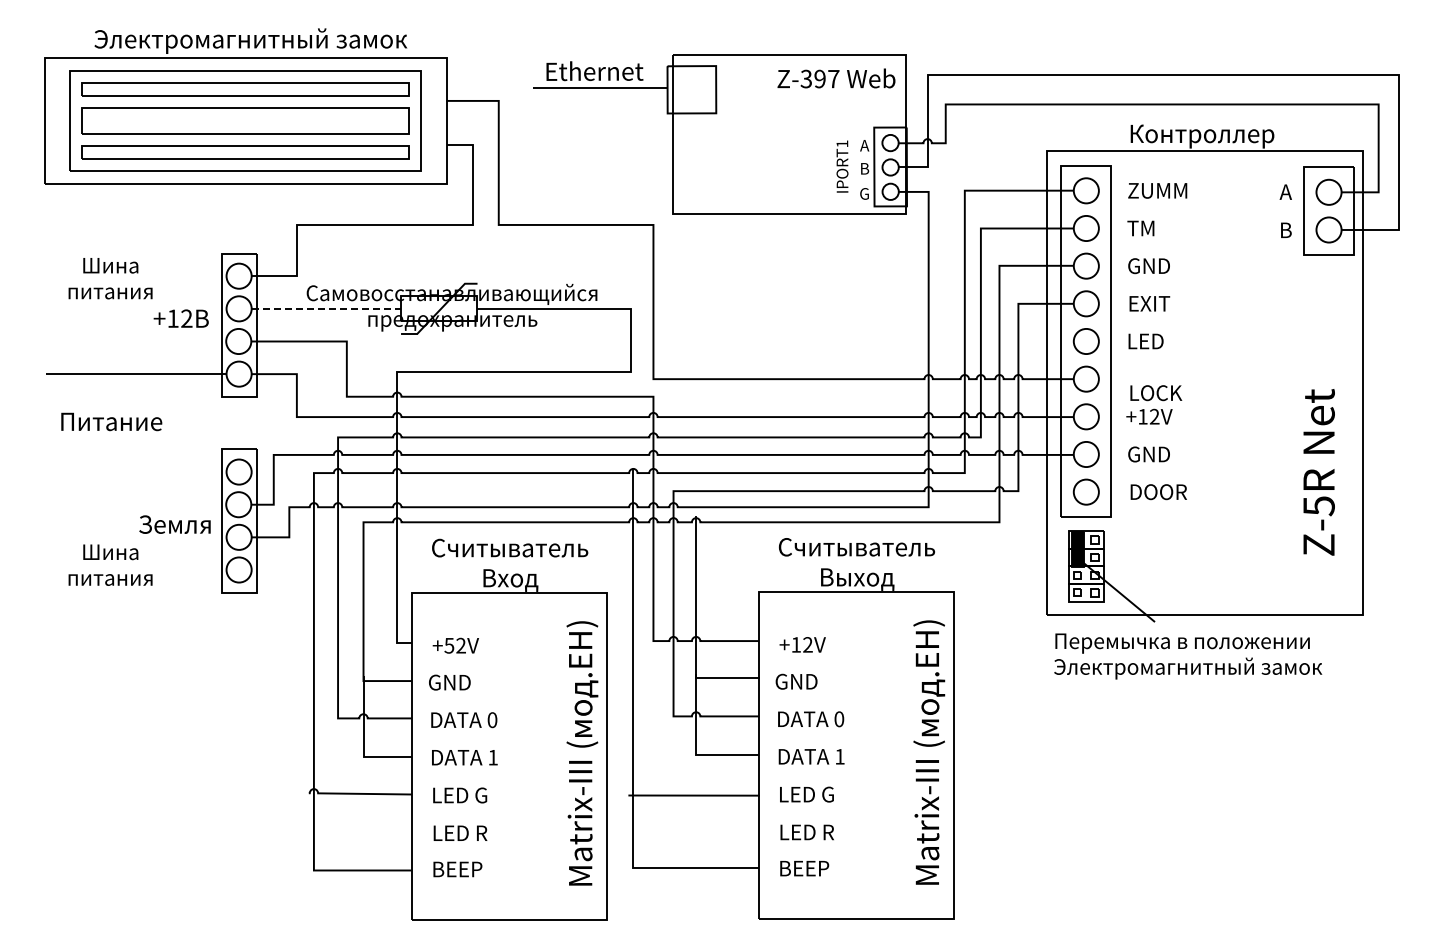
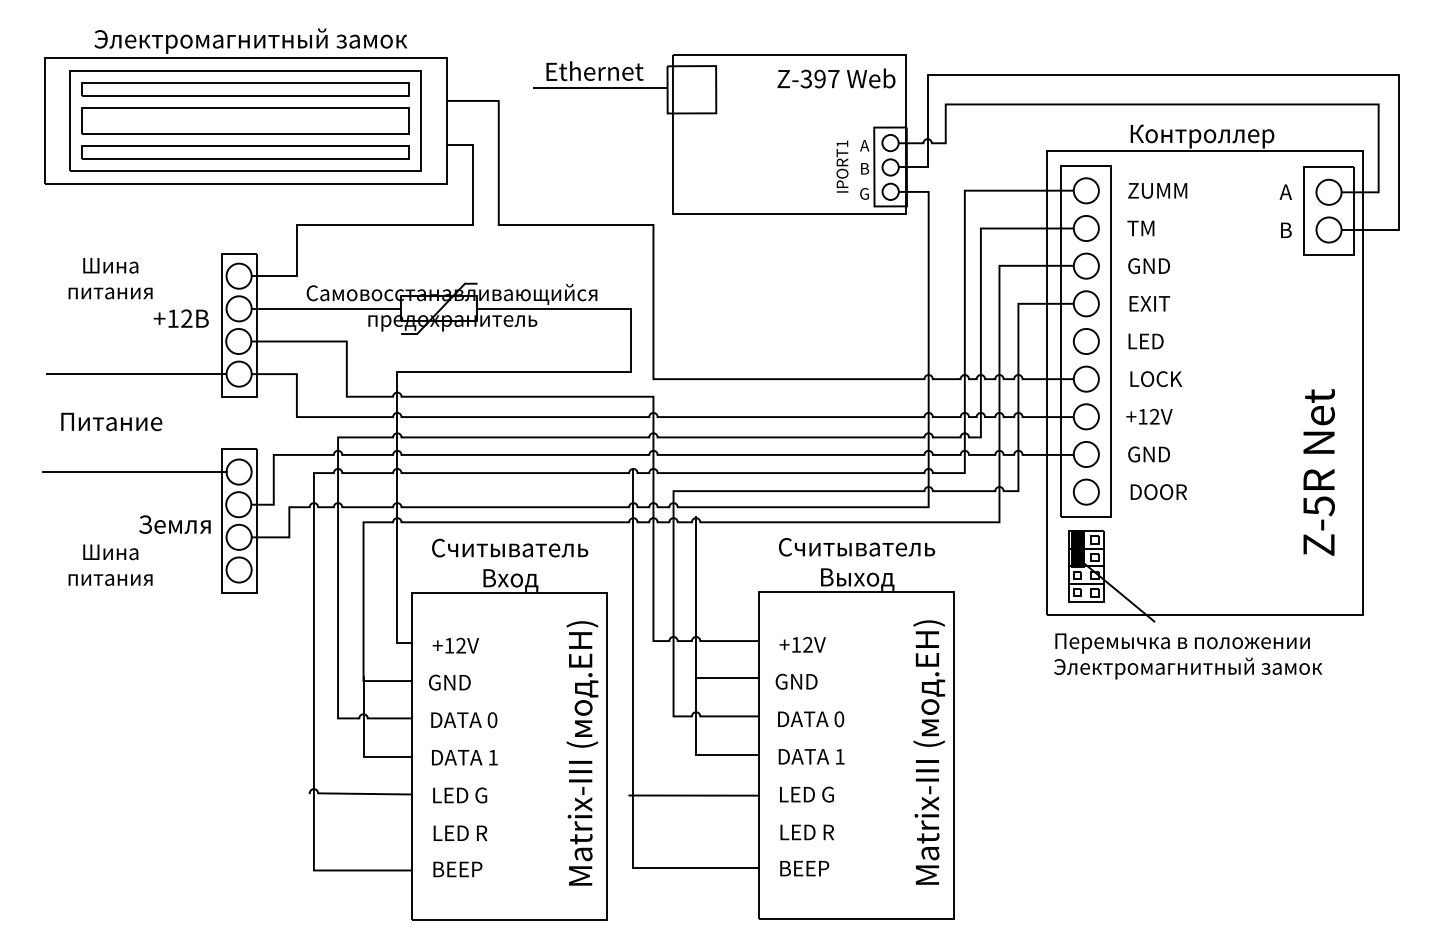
line at (327, 309): dashed -> solid
text at (1156, 393) position: (1156, 393) -> (1156, 379)
line at (134, 472): none -> present
text at (449, 645): +52V -> +12V
